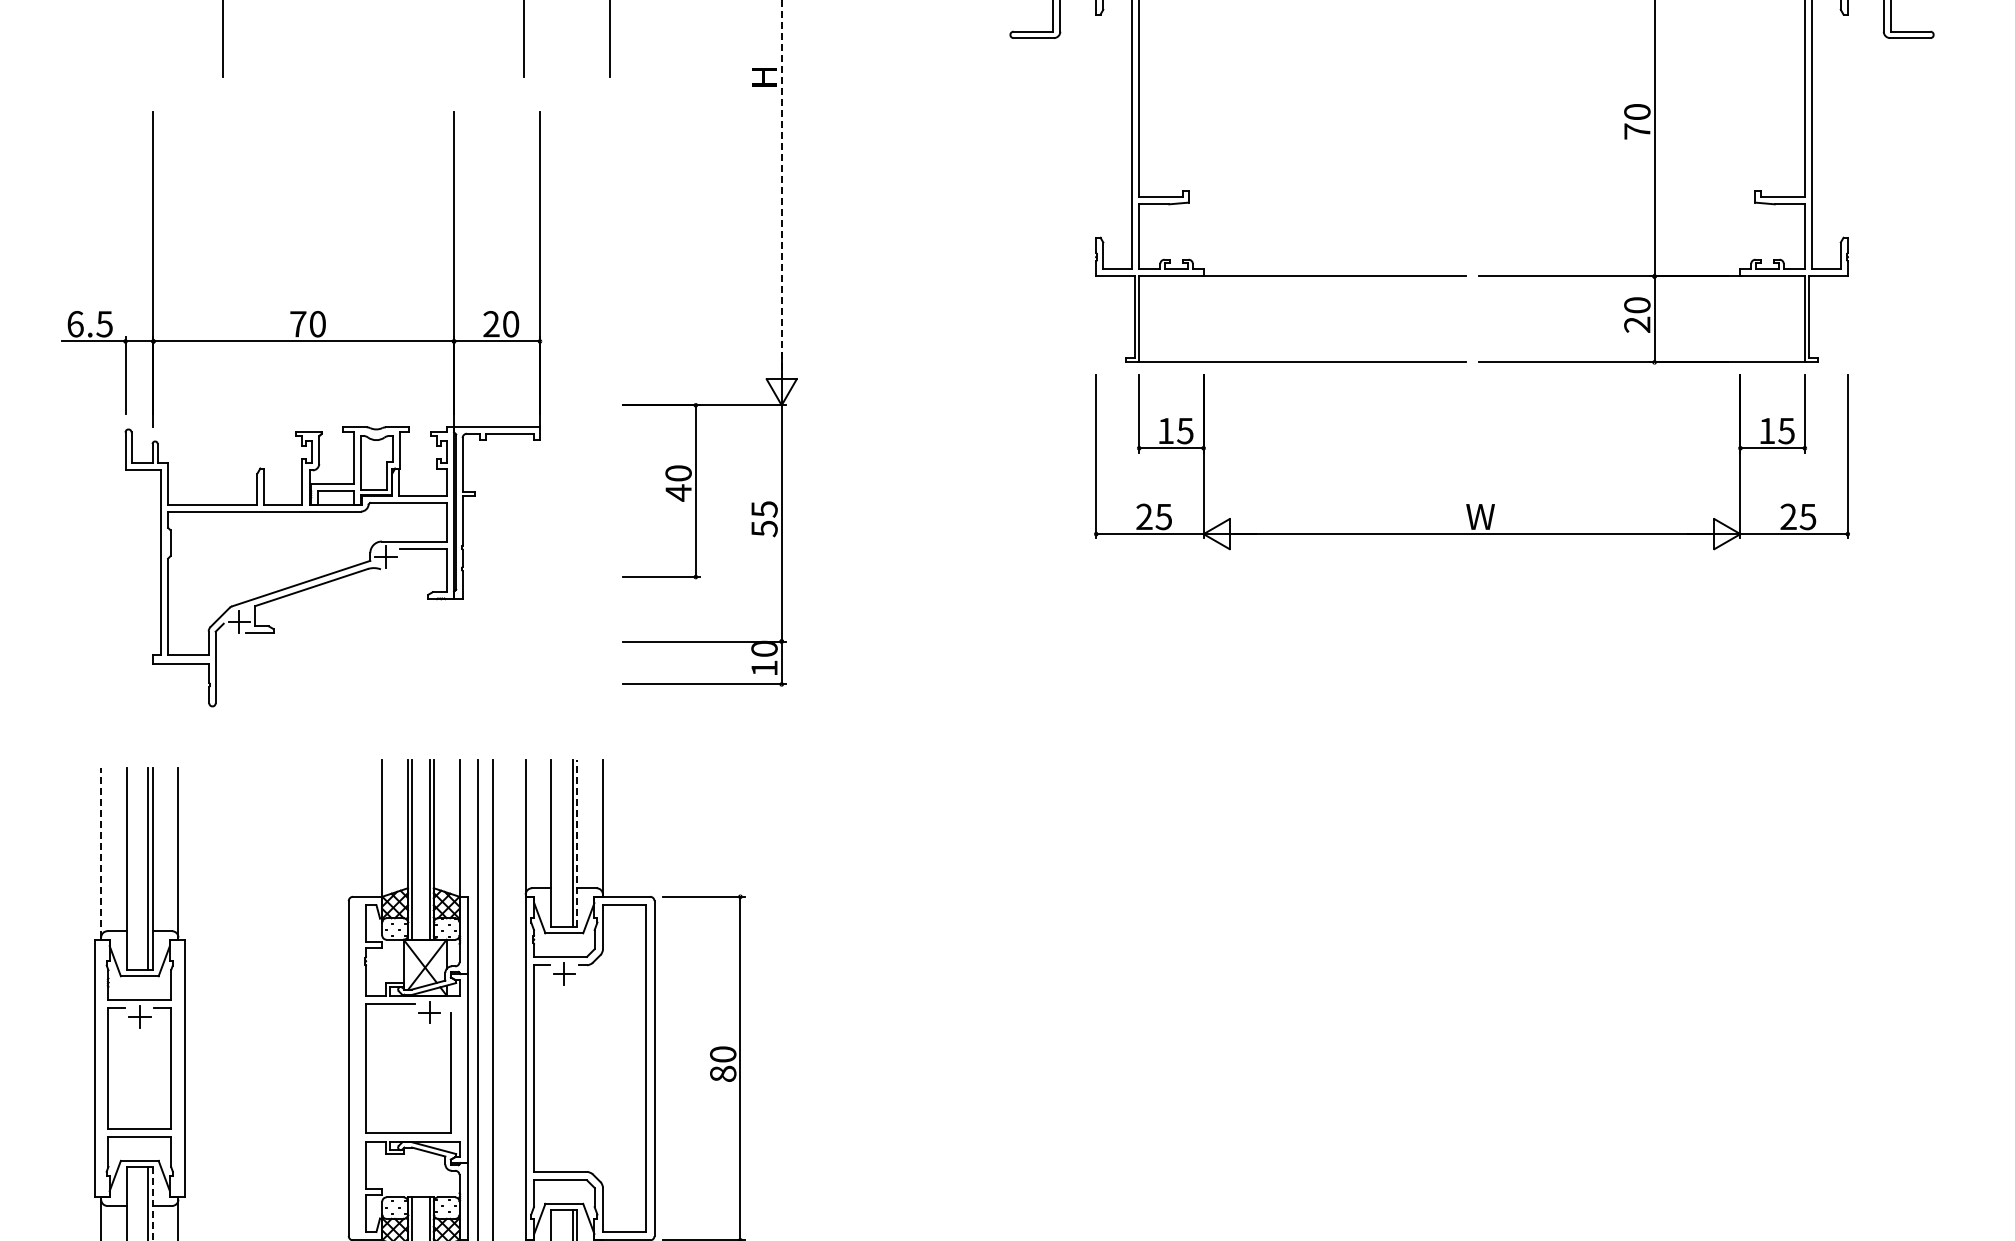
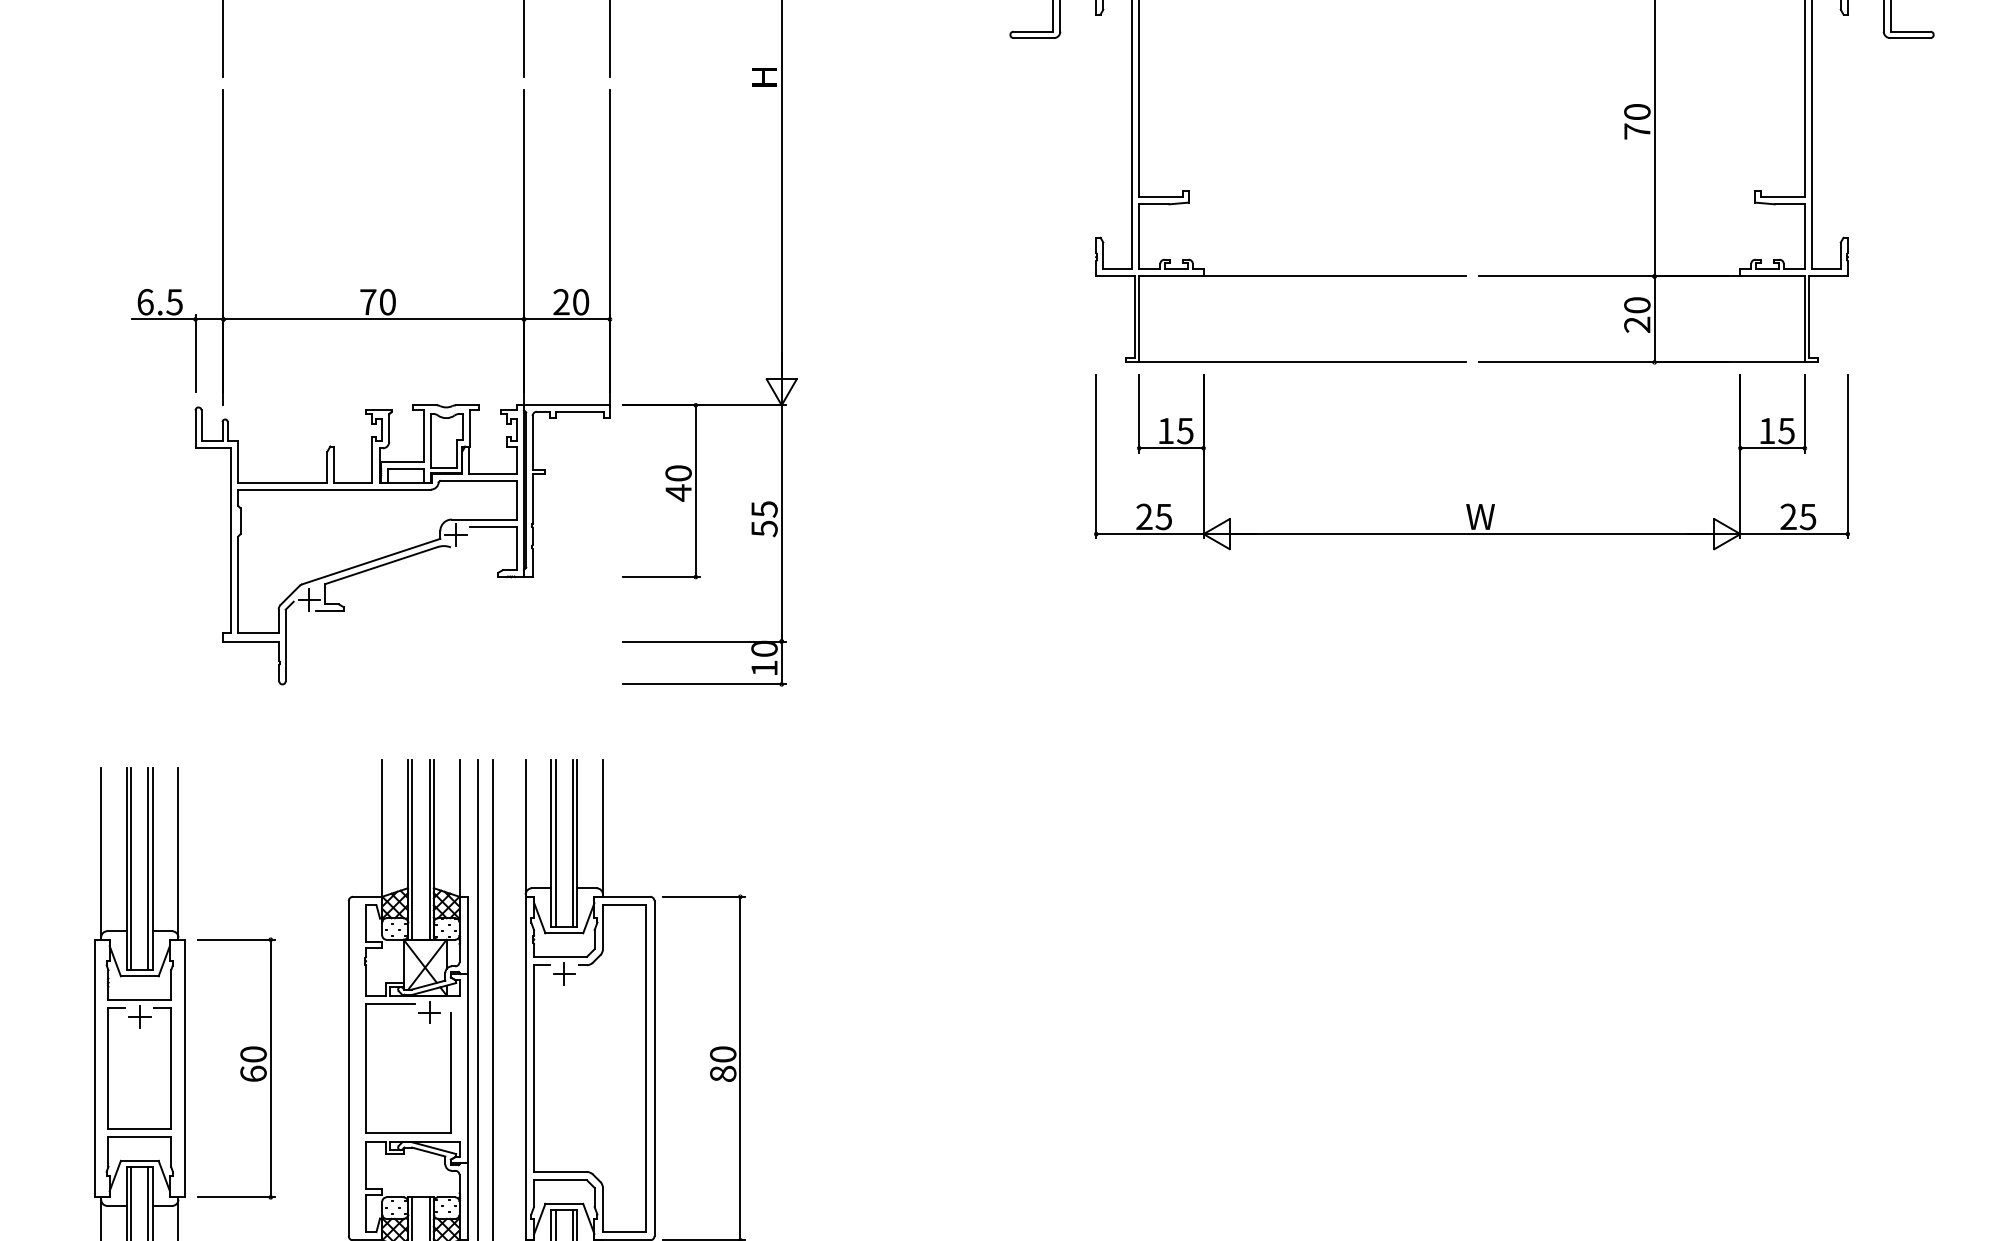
line at (781, 188): dashed -> solid
part at (301, 431) position: (301, 431) -> (371, 409)
line at (577, 842): dashed -> solid
line at (555, 843): none -> present
line at (101, 852): dashed -> solid
line at (131, 868): none -> present
part at (236, 1068): none -> present
line at (131, 1202): none -> present
line at (152, 1204): dashed -> solid
line at (555, 1223): none -> present
